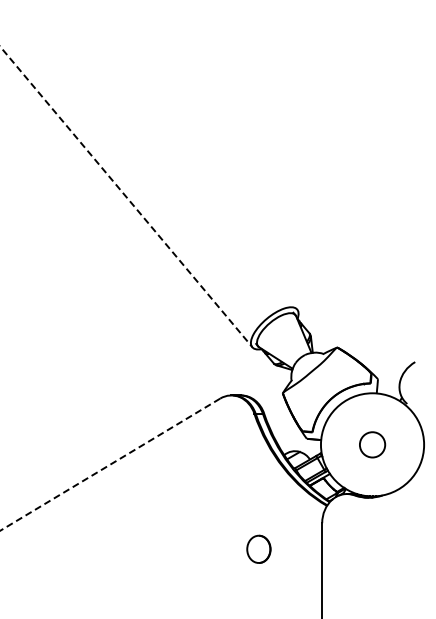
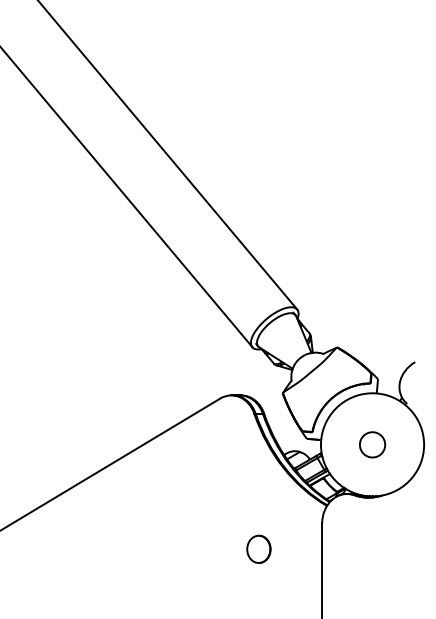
line at (168, 155): none -> present
line at (126, 197): dashed -> solid
line at (110, 464): dashed -> solid
